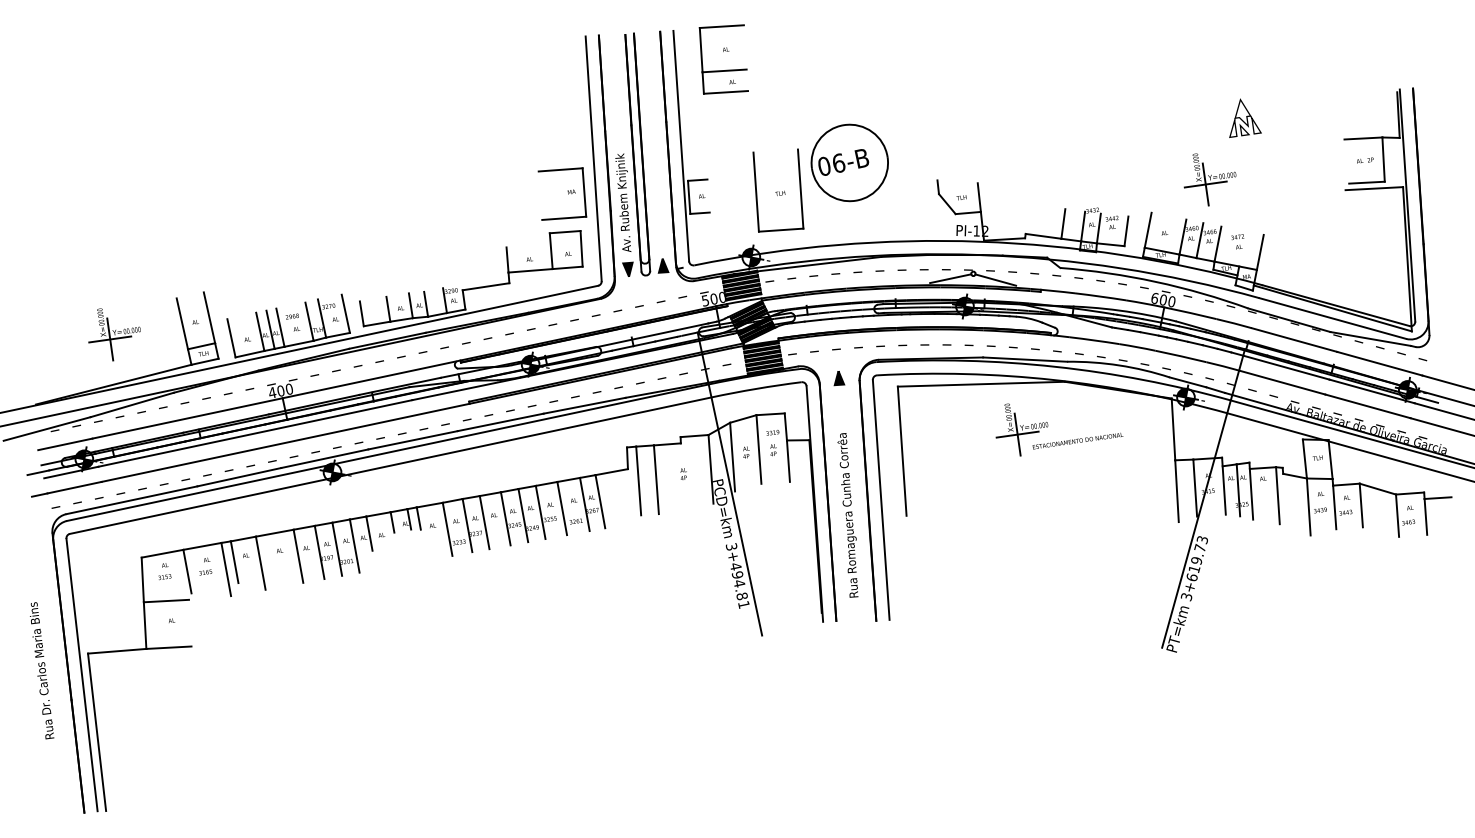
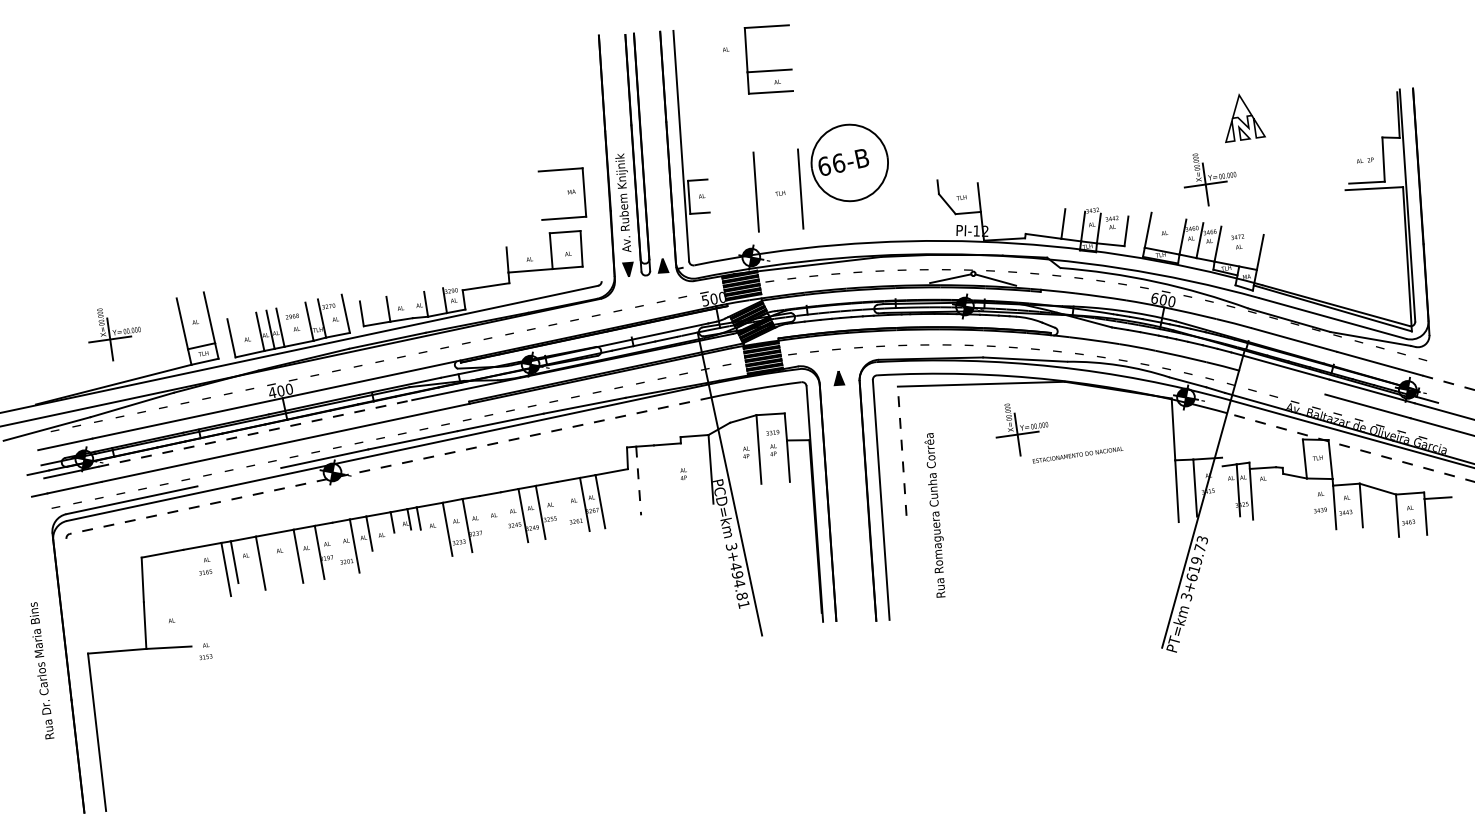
part at (726, 69) position: (726, 69) -> (771, 69)
part at (1245, 117) size: 33x40 px -> 41x51 px
line at (1363, 138): present -> none
line at (593, 158): present -> none
text at (824, 165): 06-B -> 66-B
line at (780, 229): present -> none
line at (410, 305): present -> none
line at (1282, 382): present -> none
line at (1448, 382): solid -> dashed
line at (1444, 397): present -> none
line at (255, 433): solid -> dashed
text at (1077, 440) position: (1077, 440) -> (1077, 454)
line at (1350, 447): solid -> dashed
line at (902, 451): solid -> dashed
line at (732, 456): present -> none
line at (390, 465): solid -> dashed
line at (239, 477): present -> none
line at (655, 479): present -> none
line at (638, 481): solid -> dashed
line at (1223, 485): present -> none
line at (1277, 495): present -> none
line at (1308, 506): present -> none
line at (562, 508): present -> none
text at (847, 515) position: (847, 515) -> (934, 515)
line at (505, 518): present -> none
line at (484, 522): present -> none
line at (337, 548): present -> none
text at (164, 571) position: (164, 571) -> (205, 651)
line at (187, 571): present -> none
line at (166, 600): present -> none
line at (81, 674): present -> none
